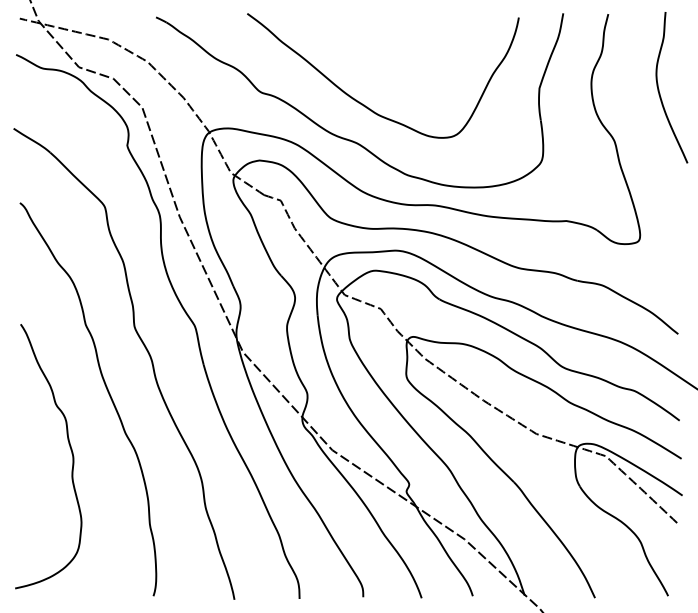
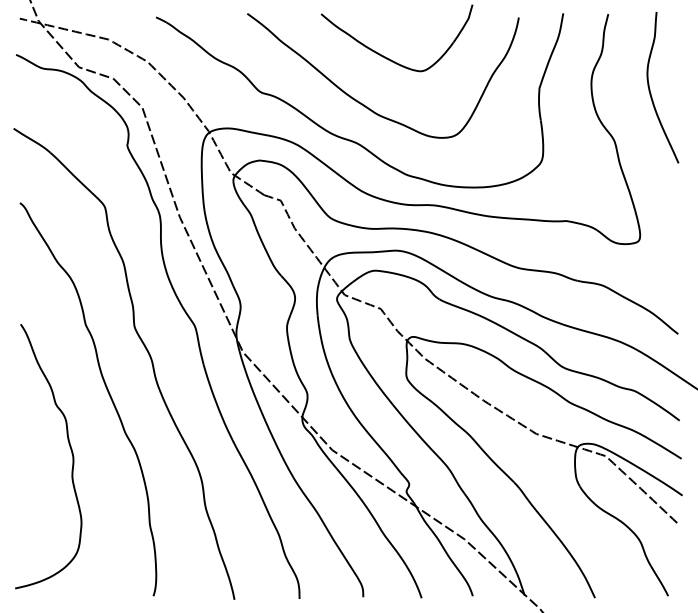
part at (387, 57): none -> present
curve at (659, 89) position: (659, 89) -> (650, 89)
